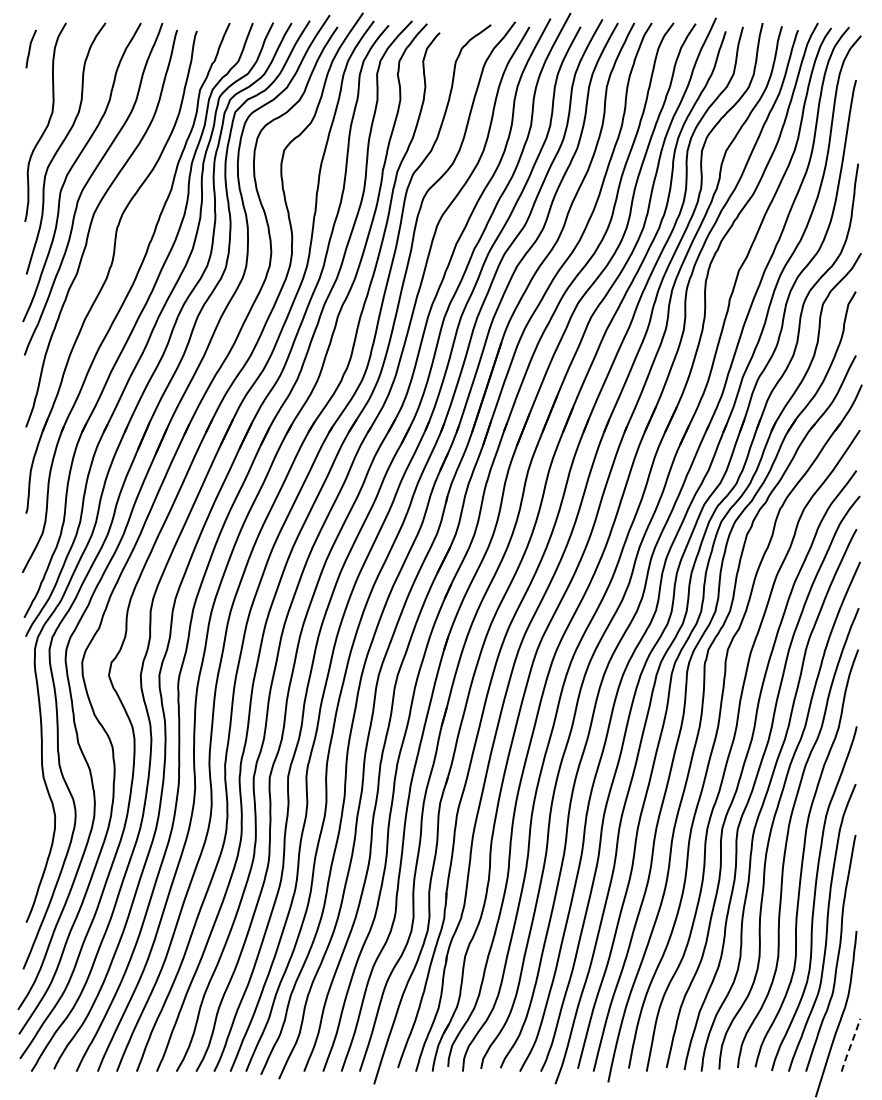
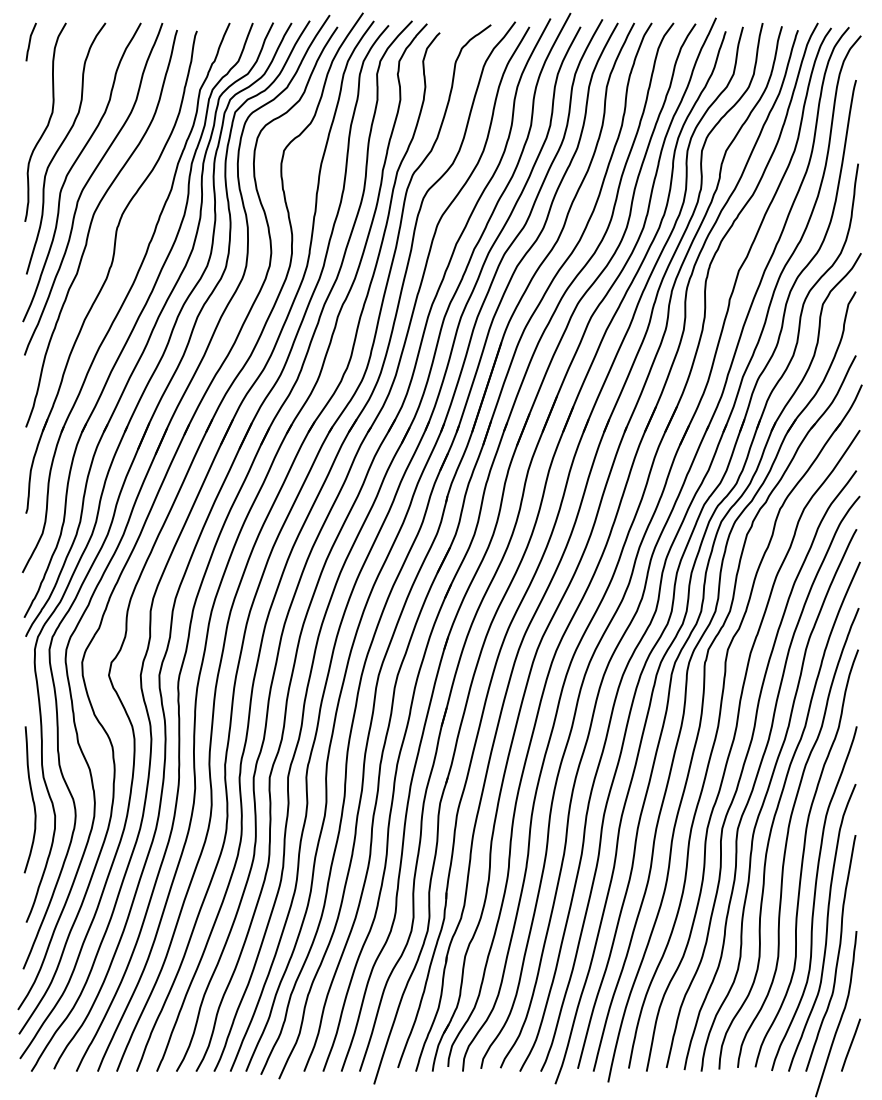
line at (30, 48) position: (30, 48) -> (30, 41)
curve at (31, 797): none -> present
line at (850, 1045): dashed -> solid
